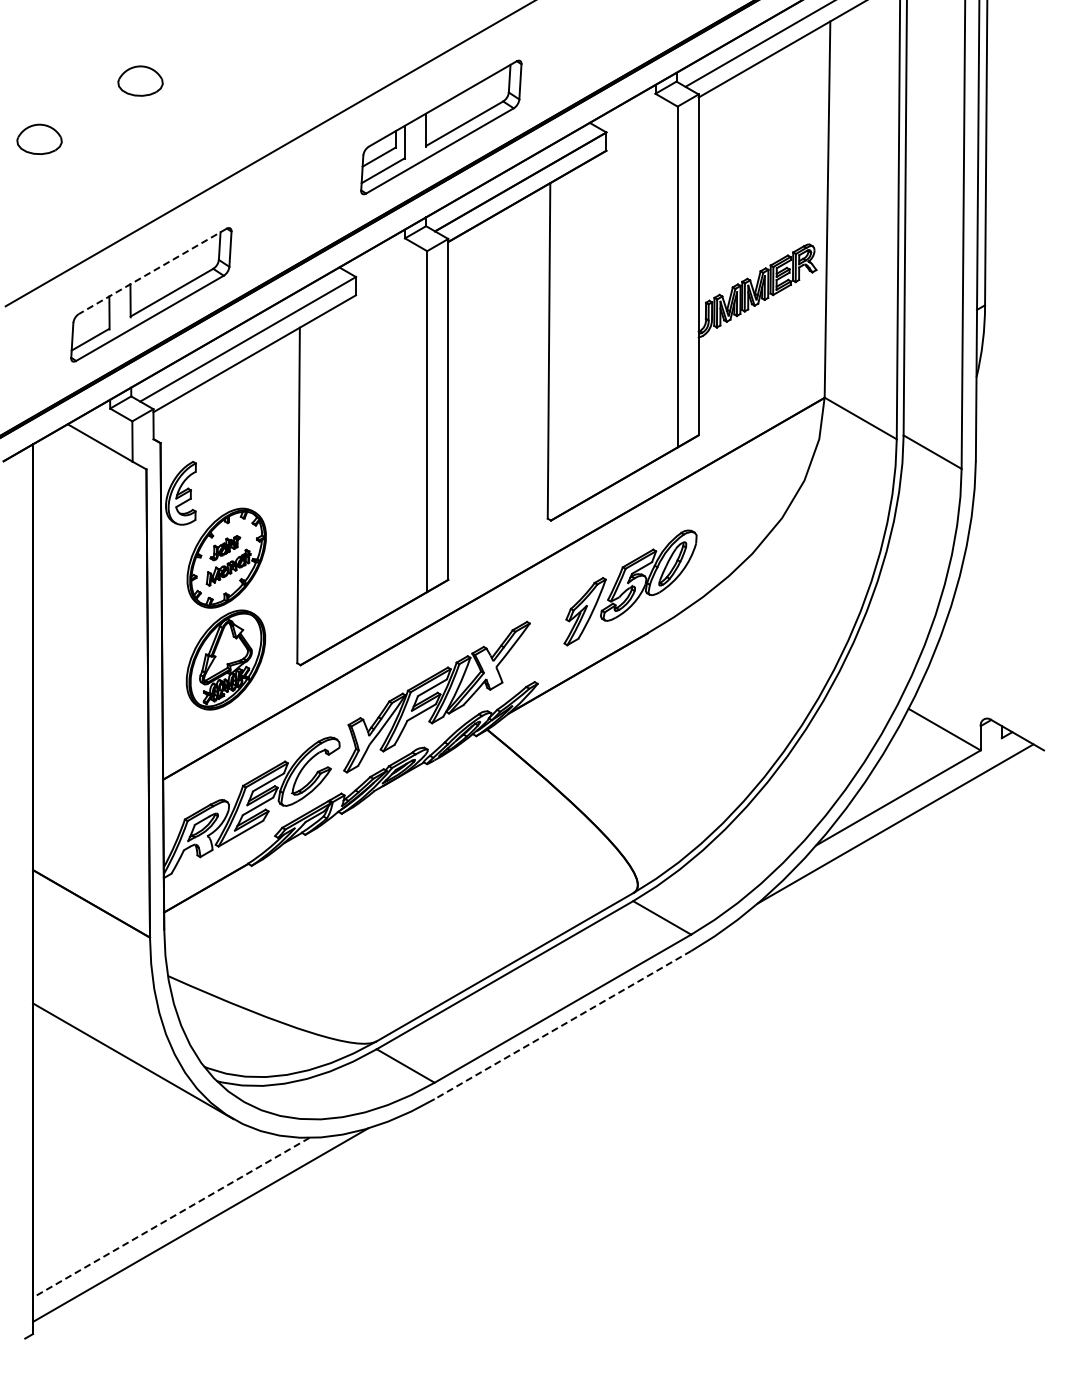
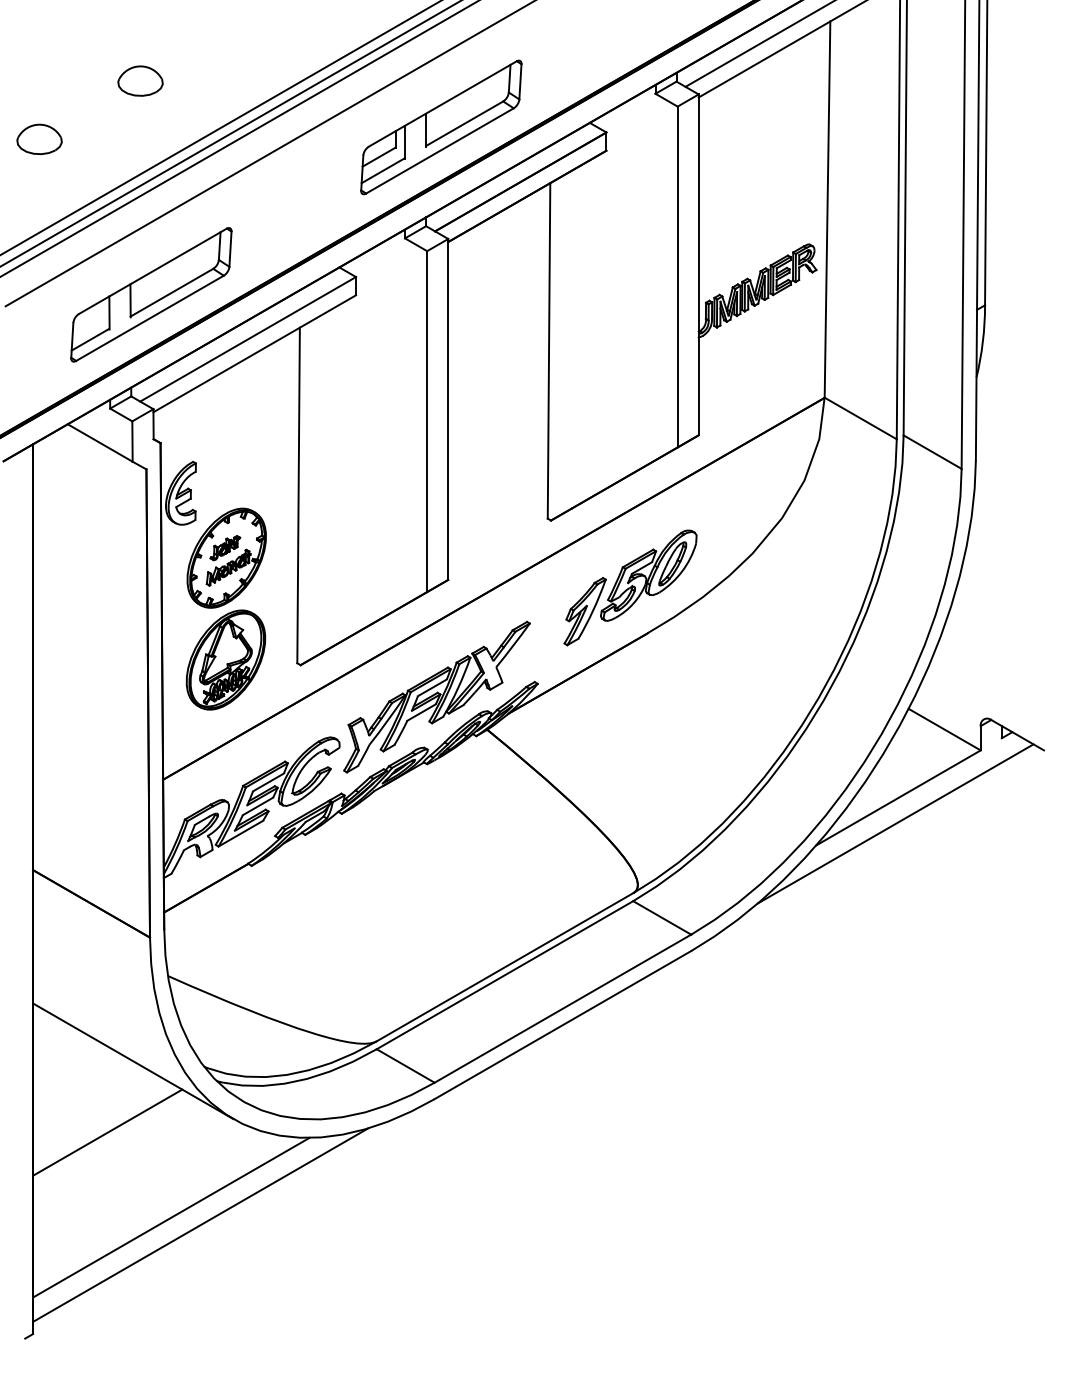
line at (220, 127): none -> present
line at (230, 133): none -> present
line at (239, 138): none -> present
line at (152, 271): dashed -> solid
line at (562, 1025): dashed -> solid
line at (107, 1132): none -> present
line at (171, 1217): dashed -> solid
